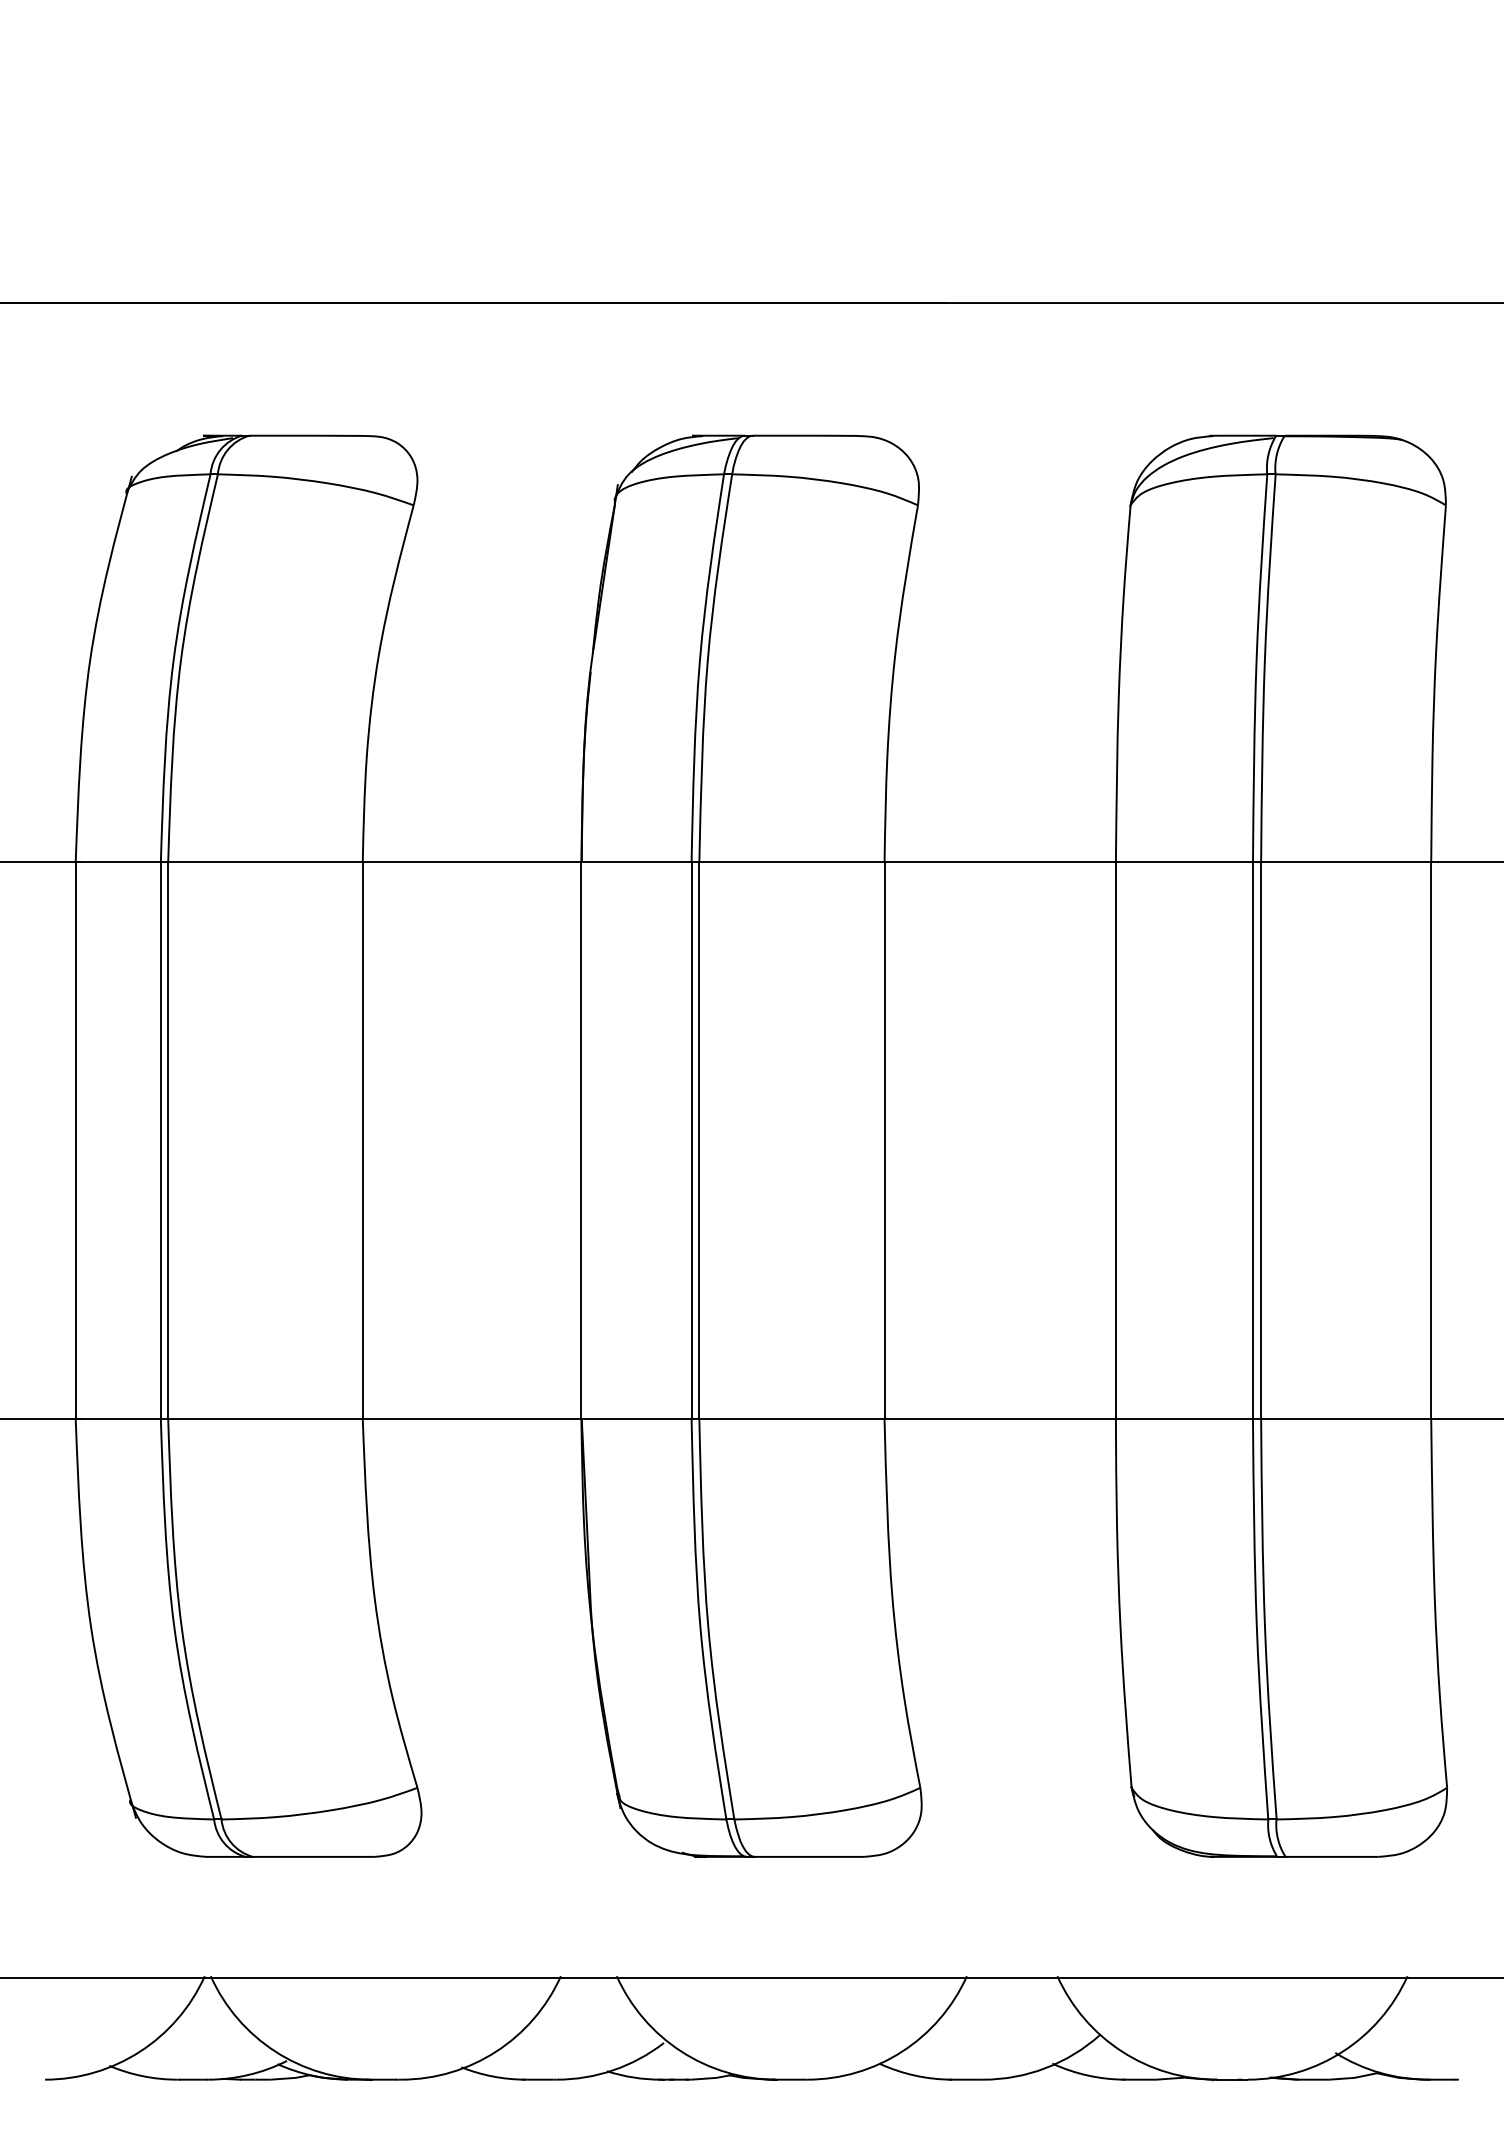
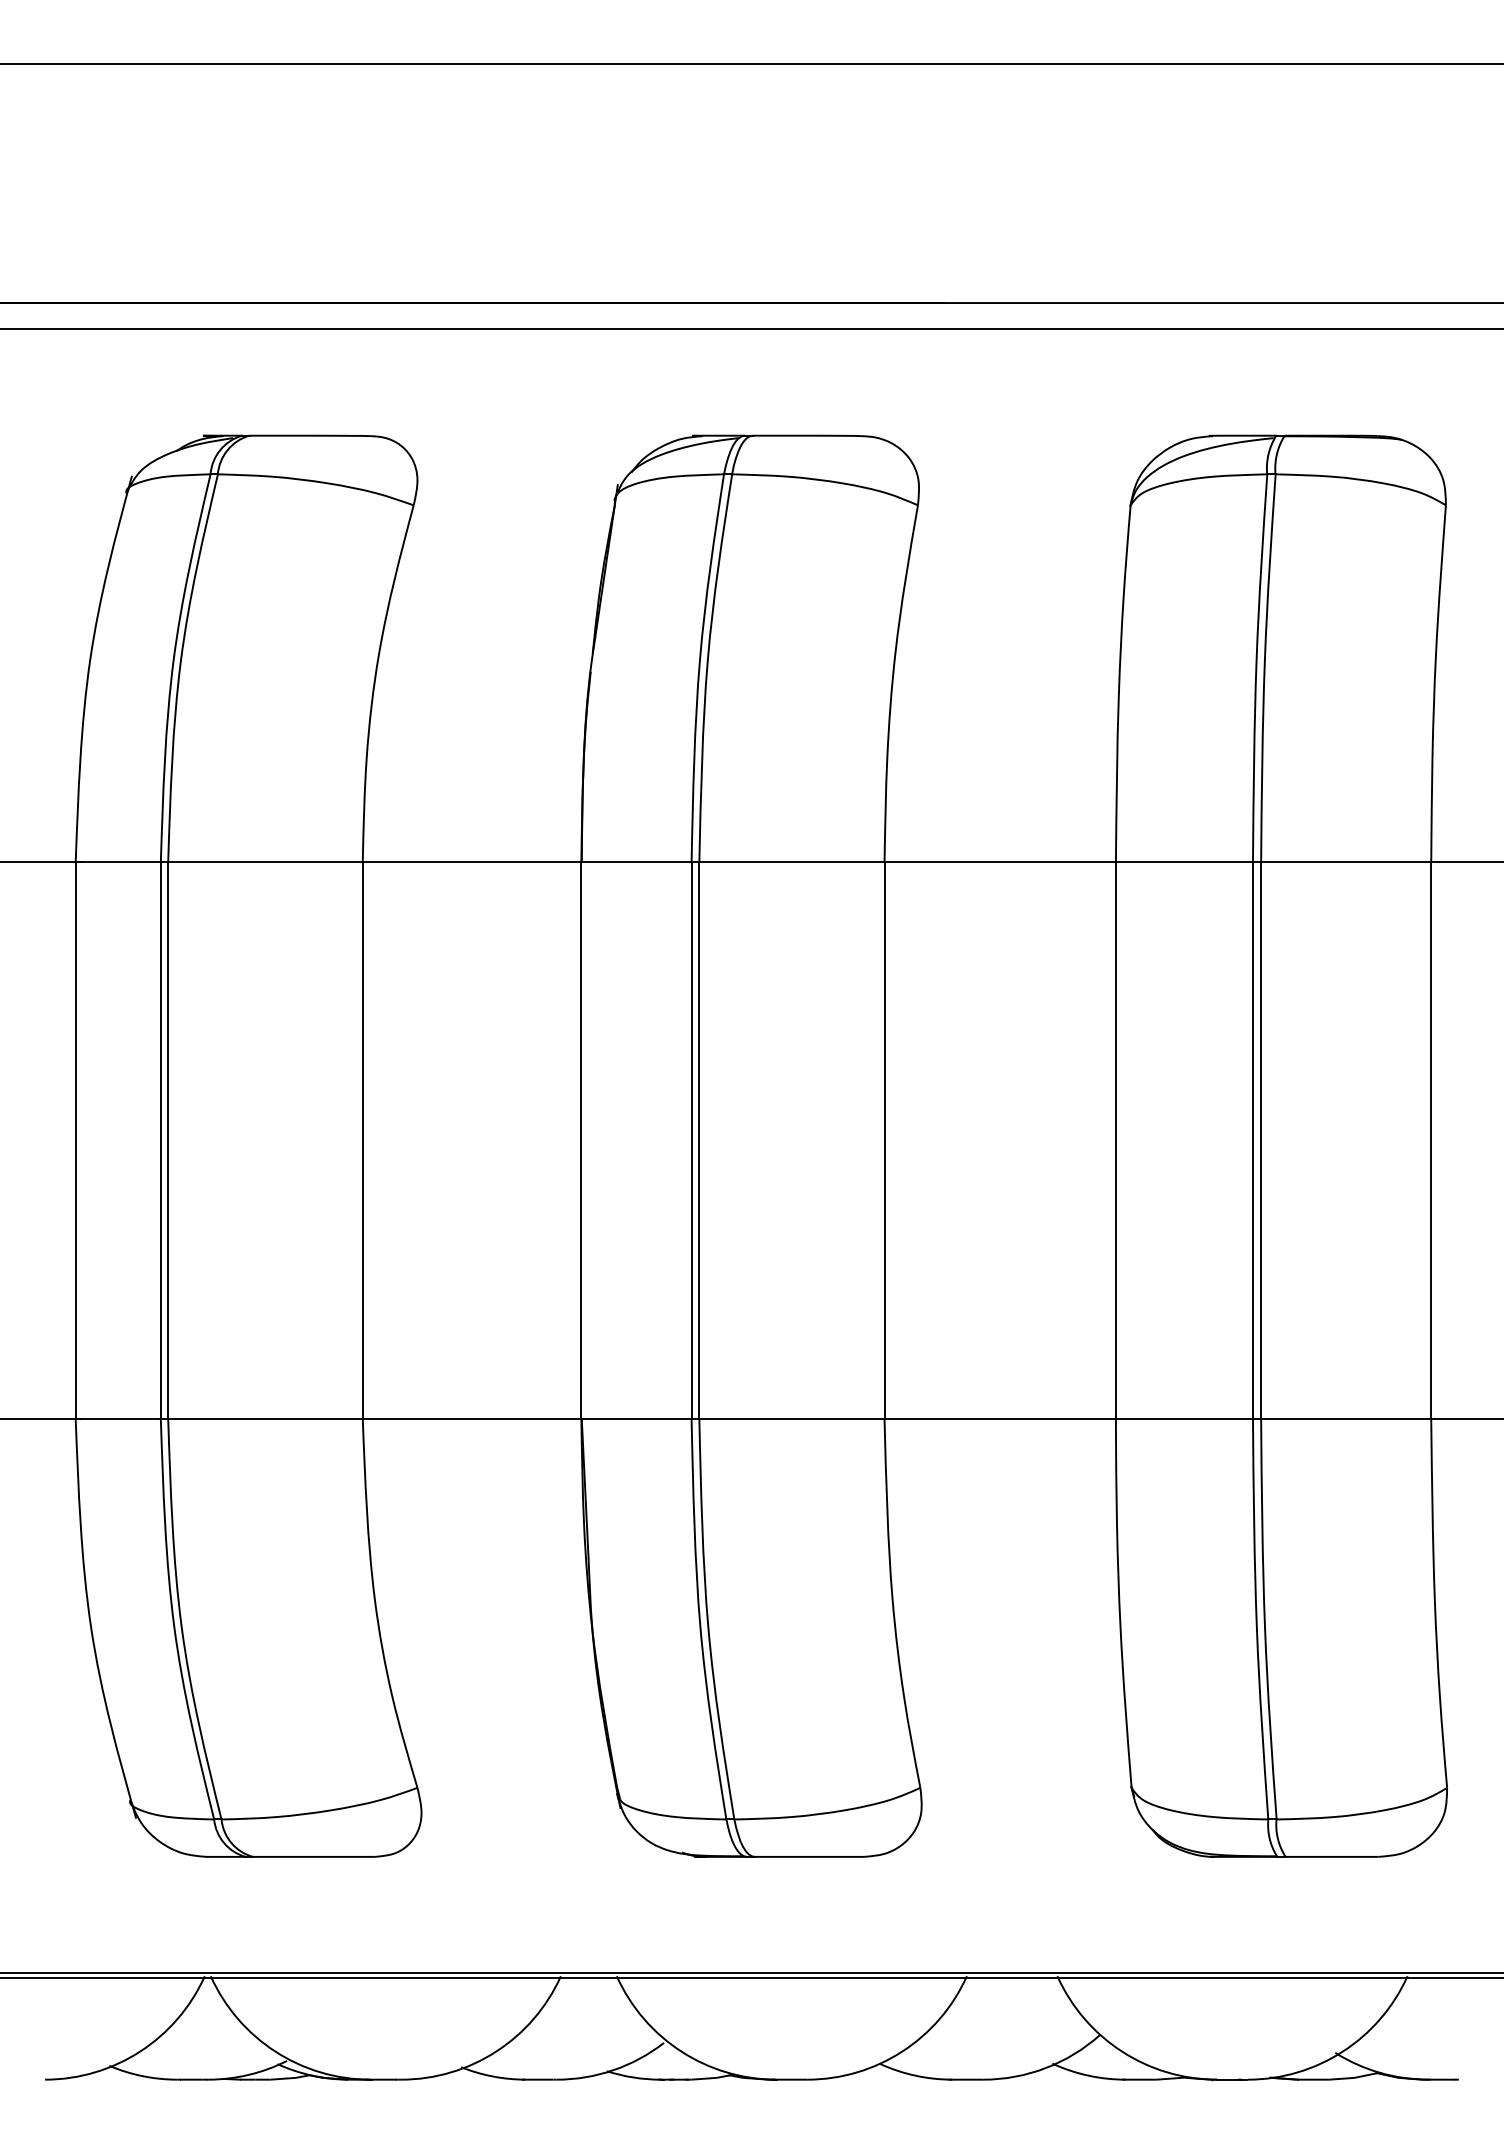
line at (751, 64): none -> present
line at (751, 328): none -> present
line at (751, 1973): none -> present
